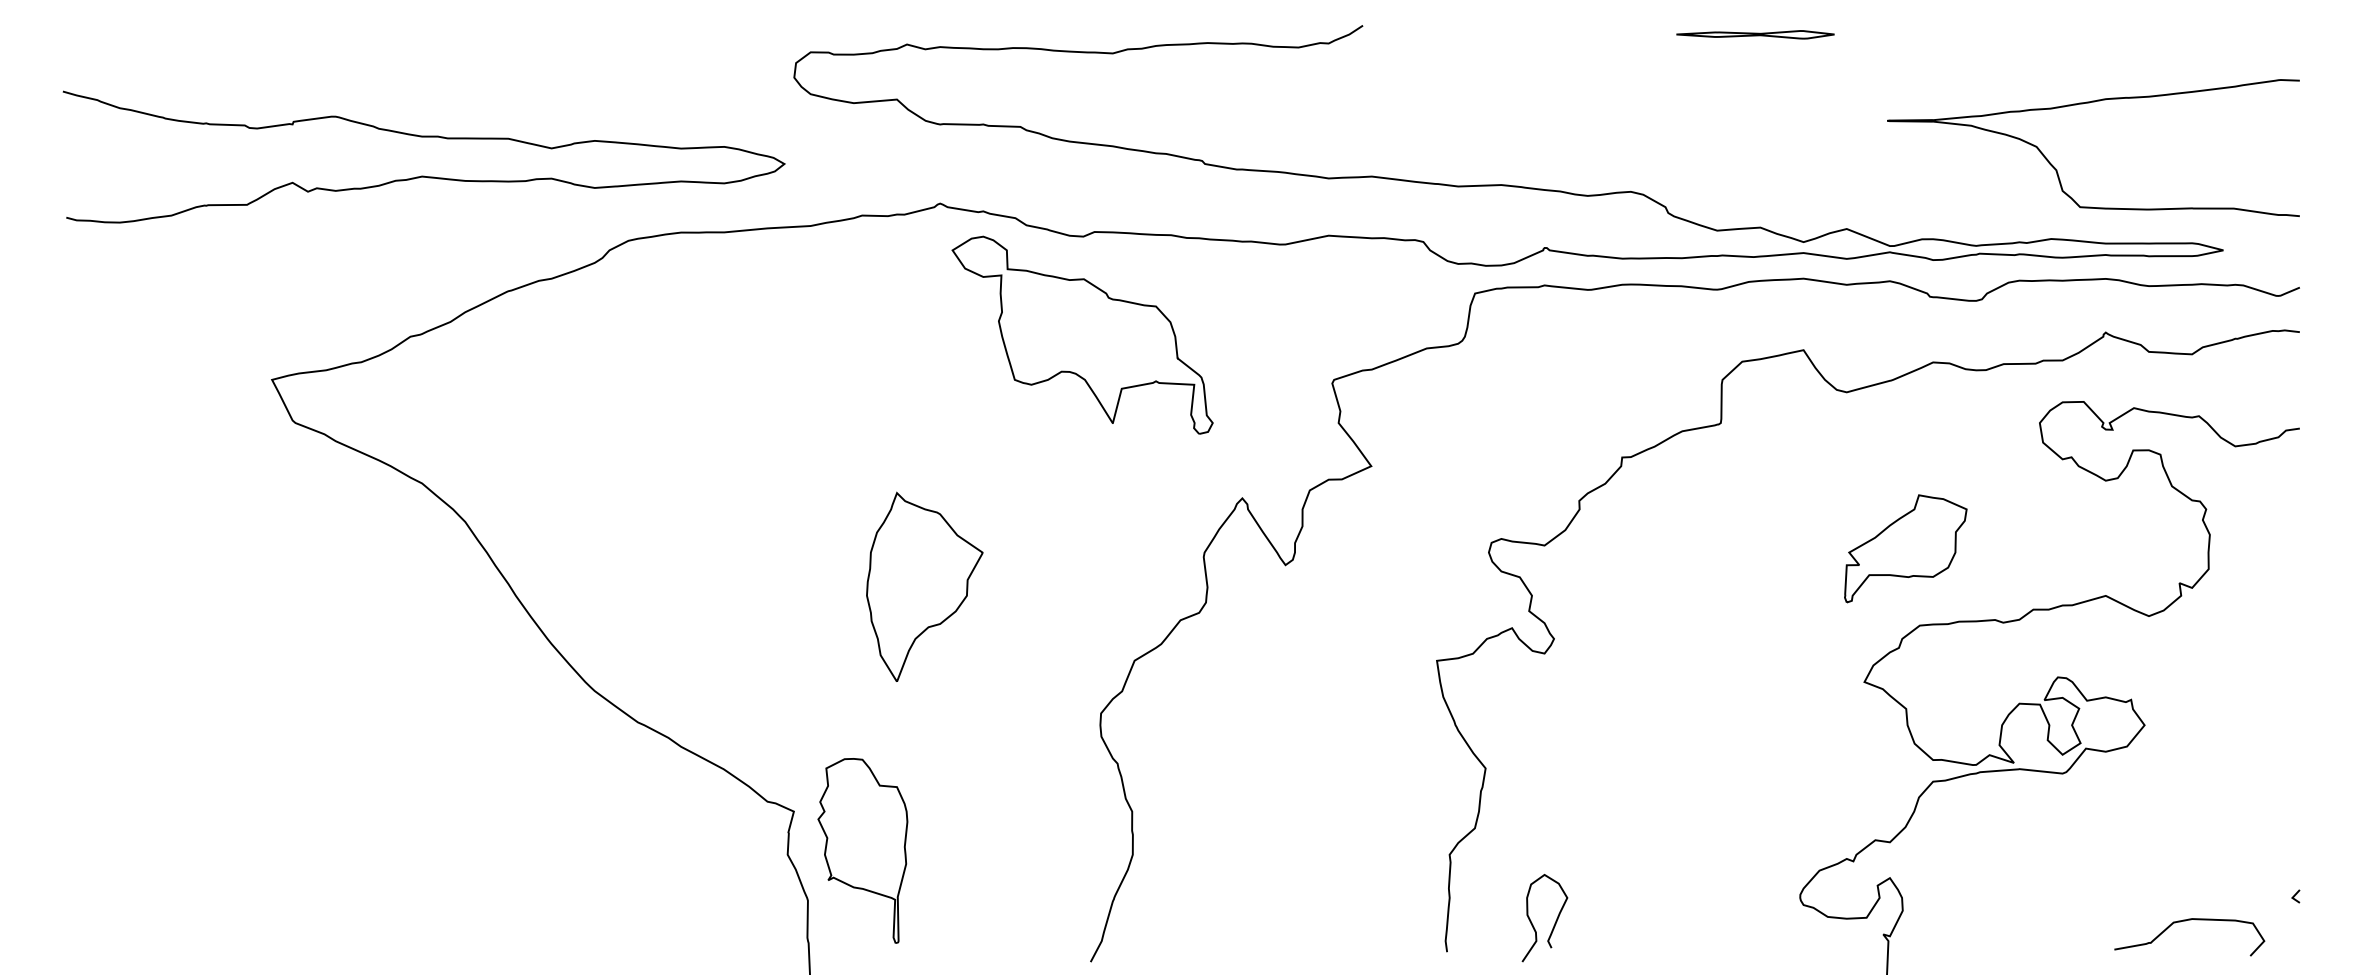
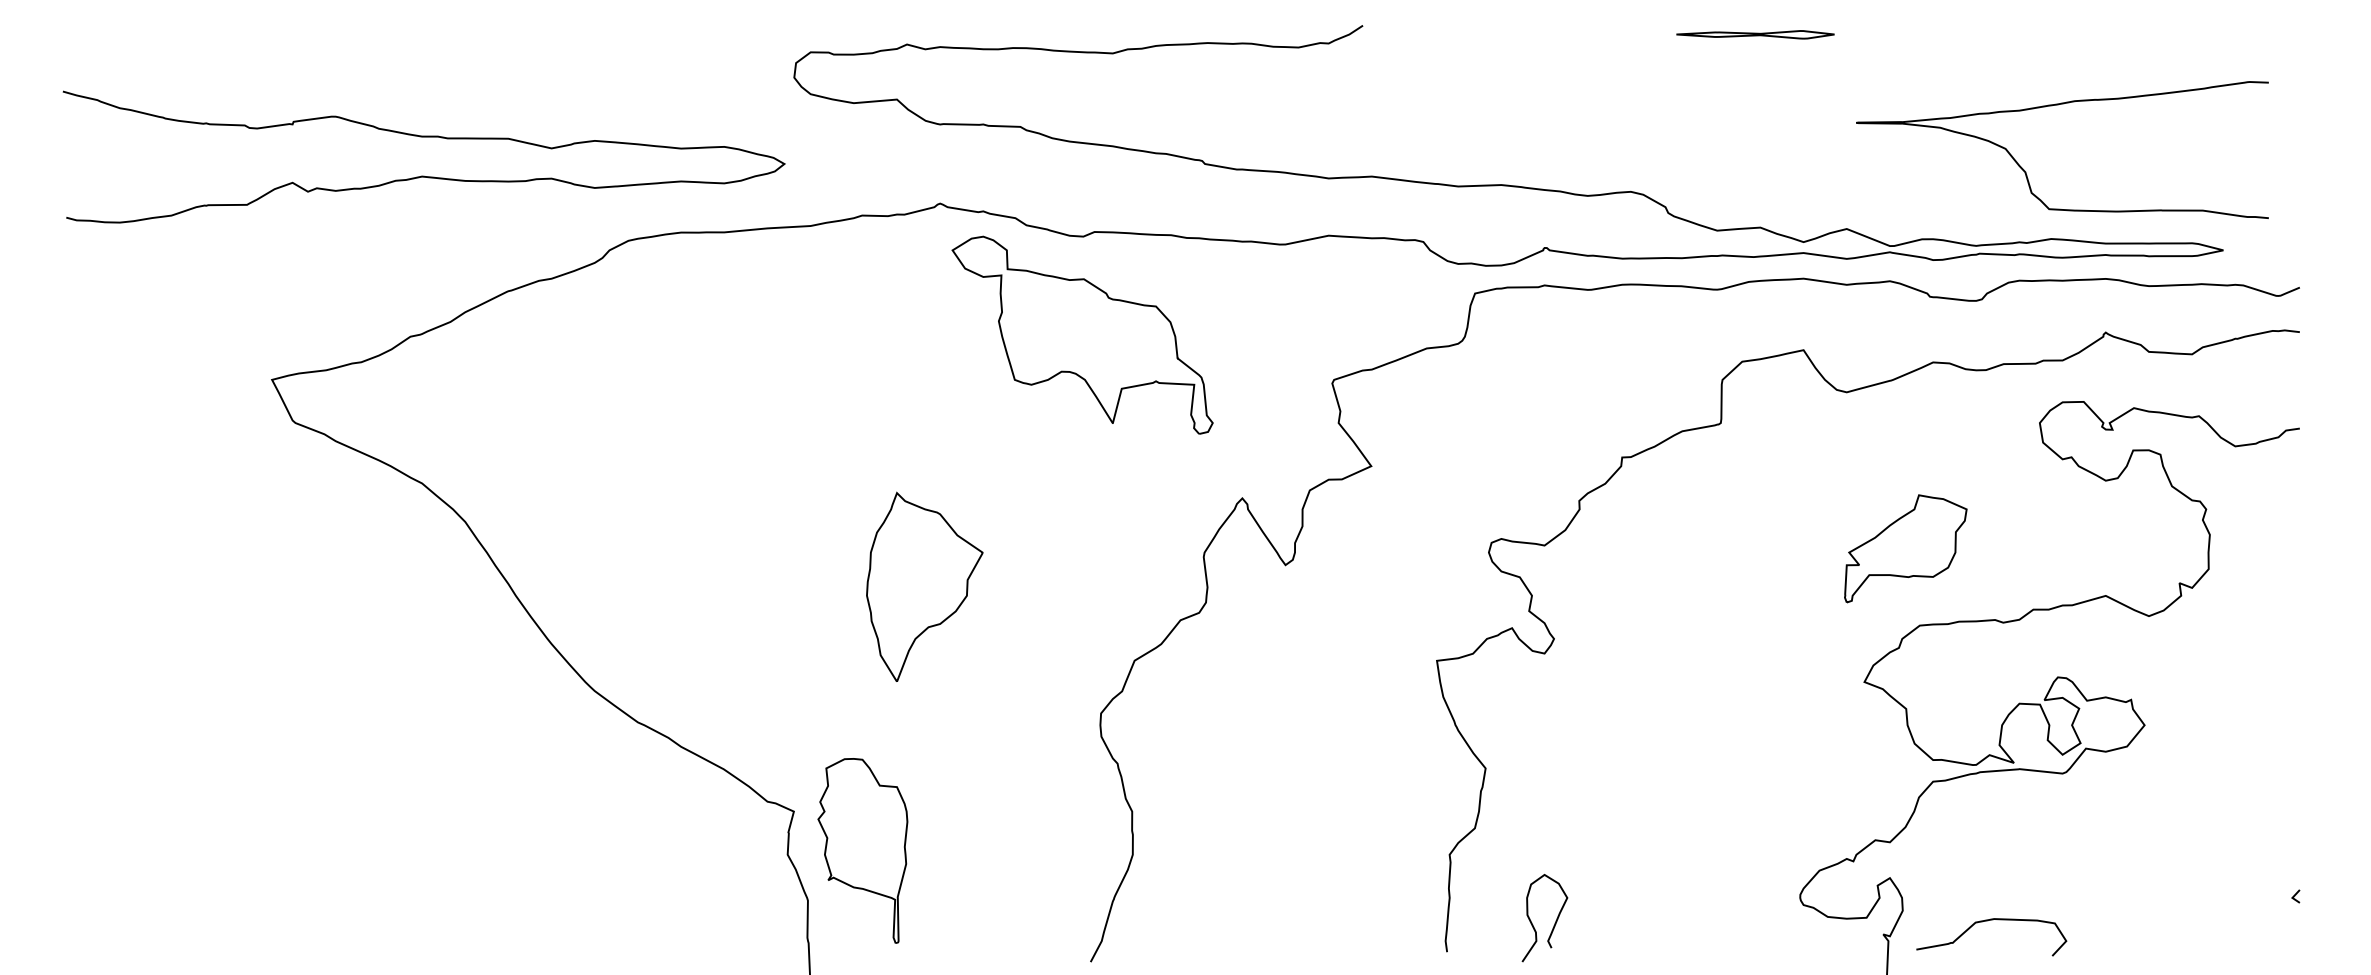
curve at (2056, 168) position: (2056, 168) -> (2025, 170)
curve at (2185, 921) position: (2185, 921) -> (1987, 921)
